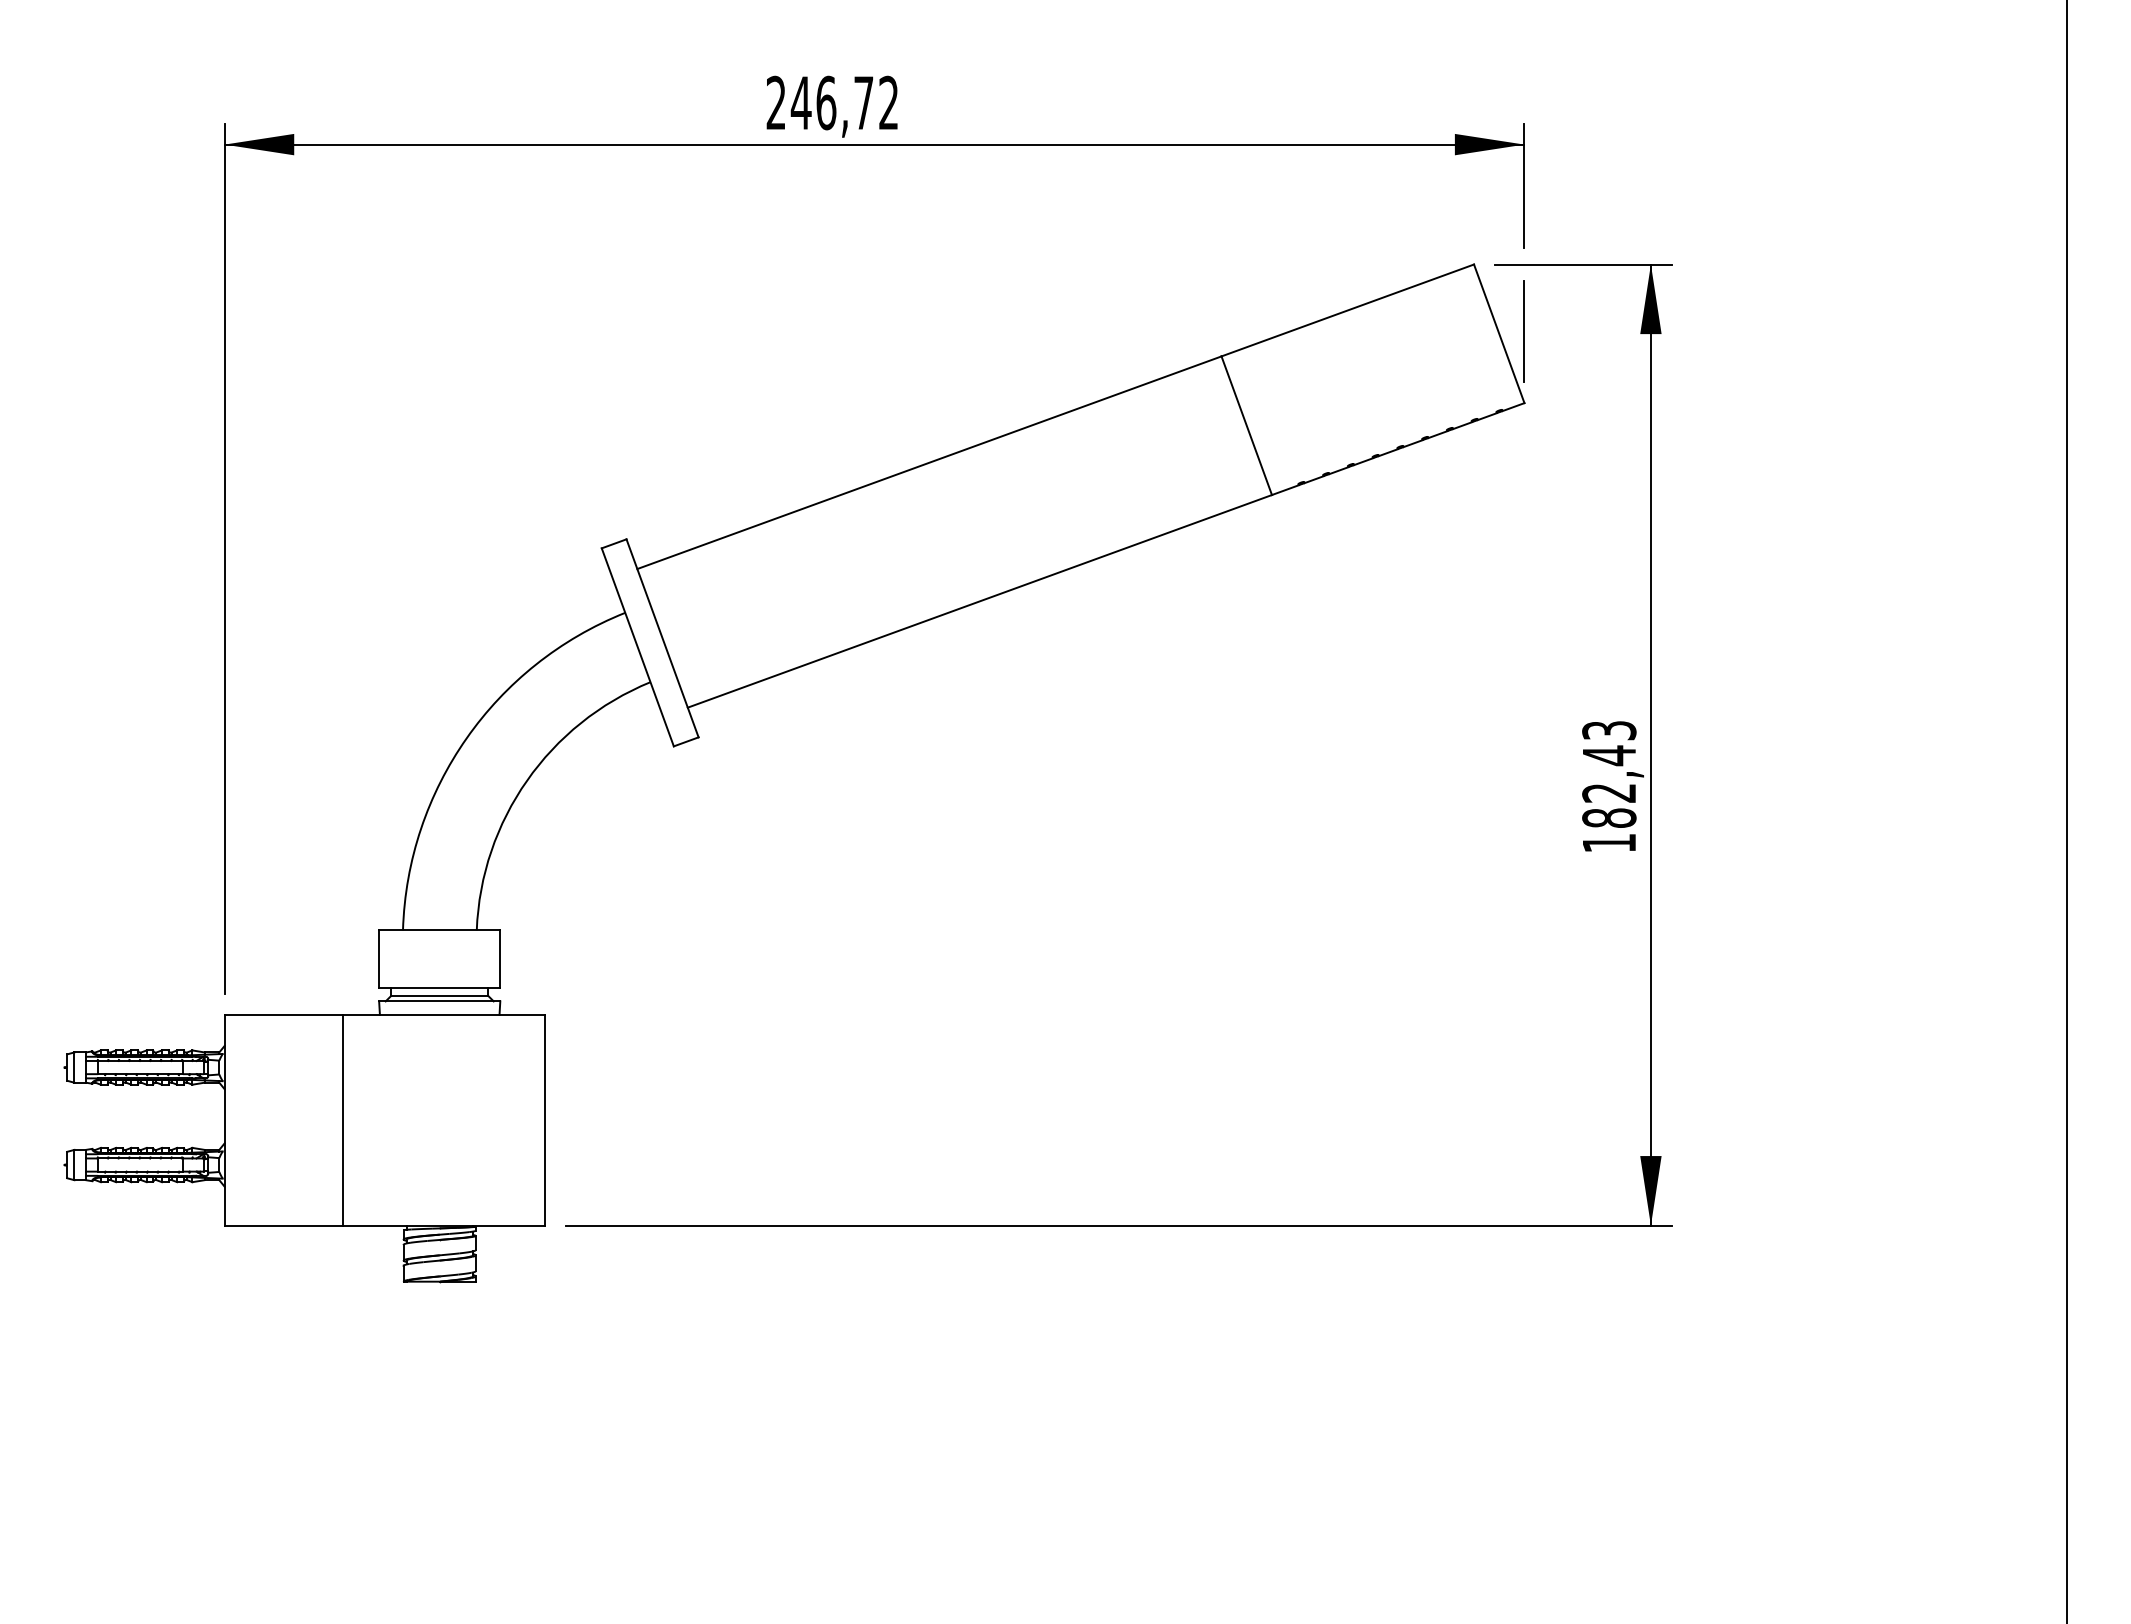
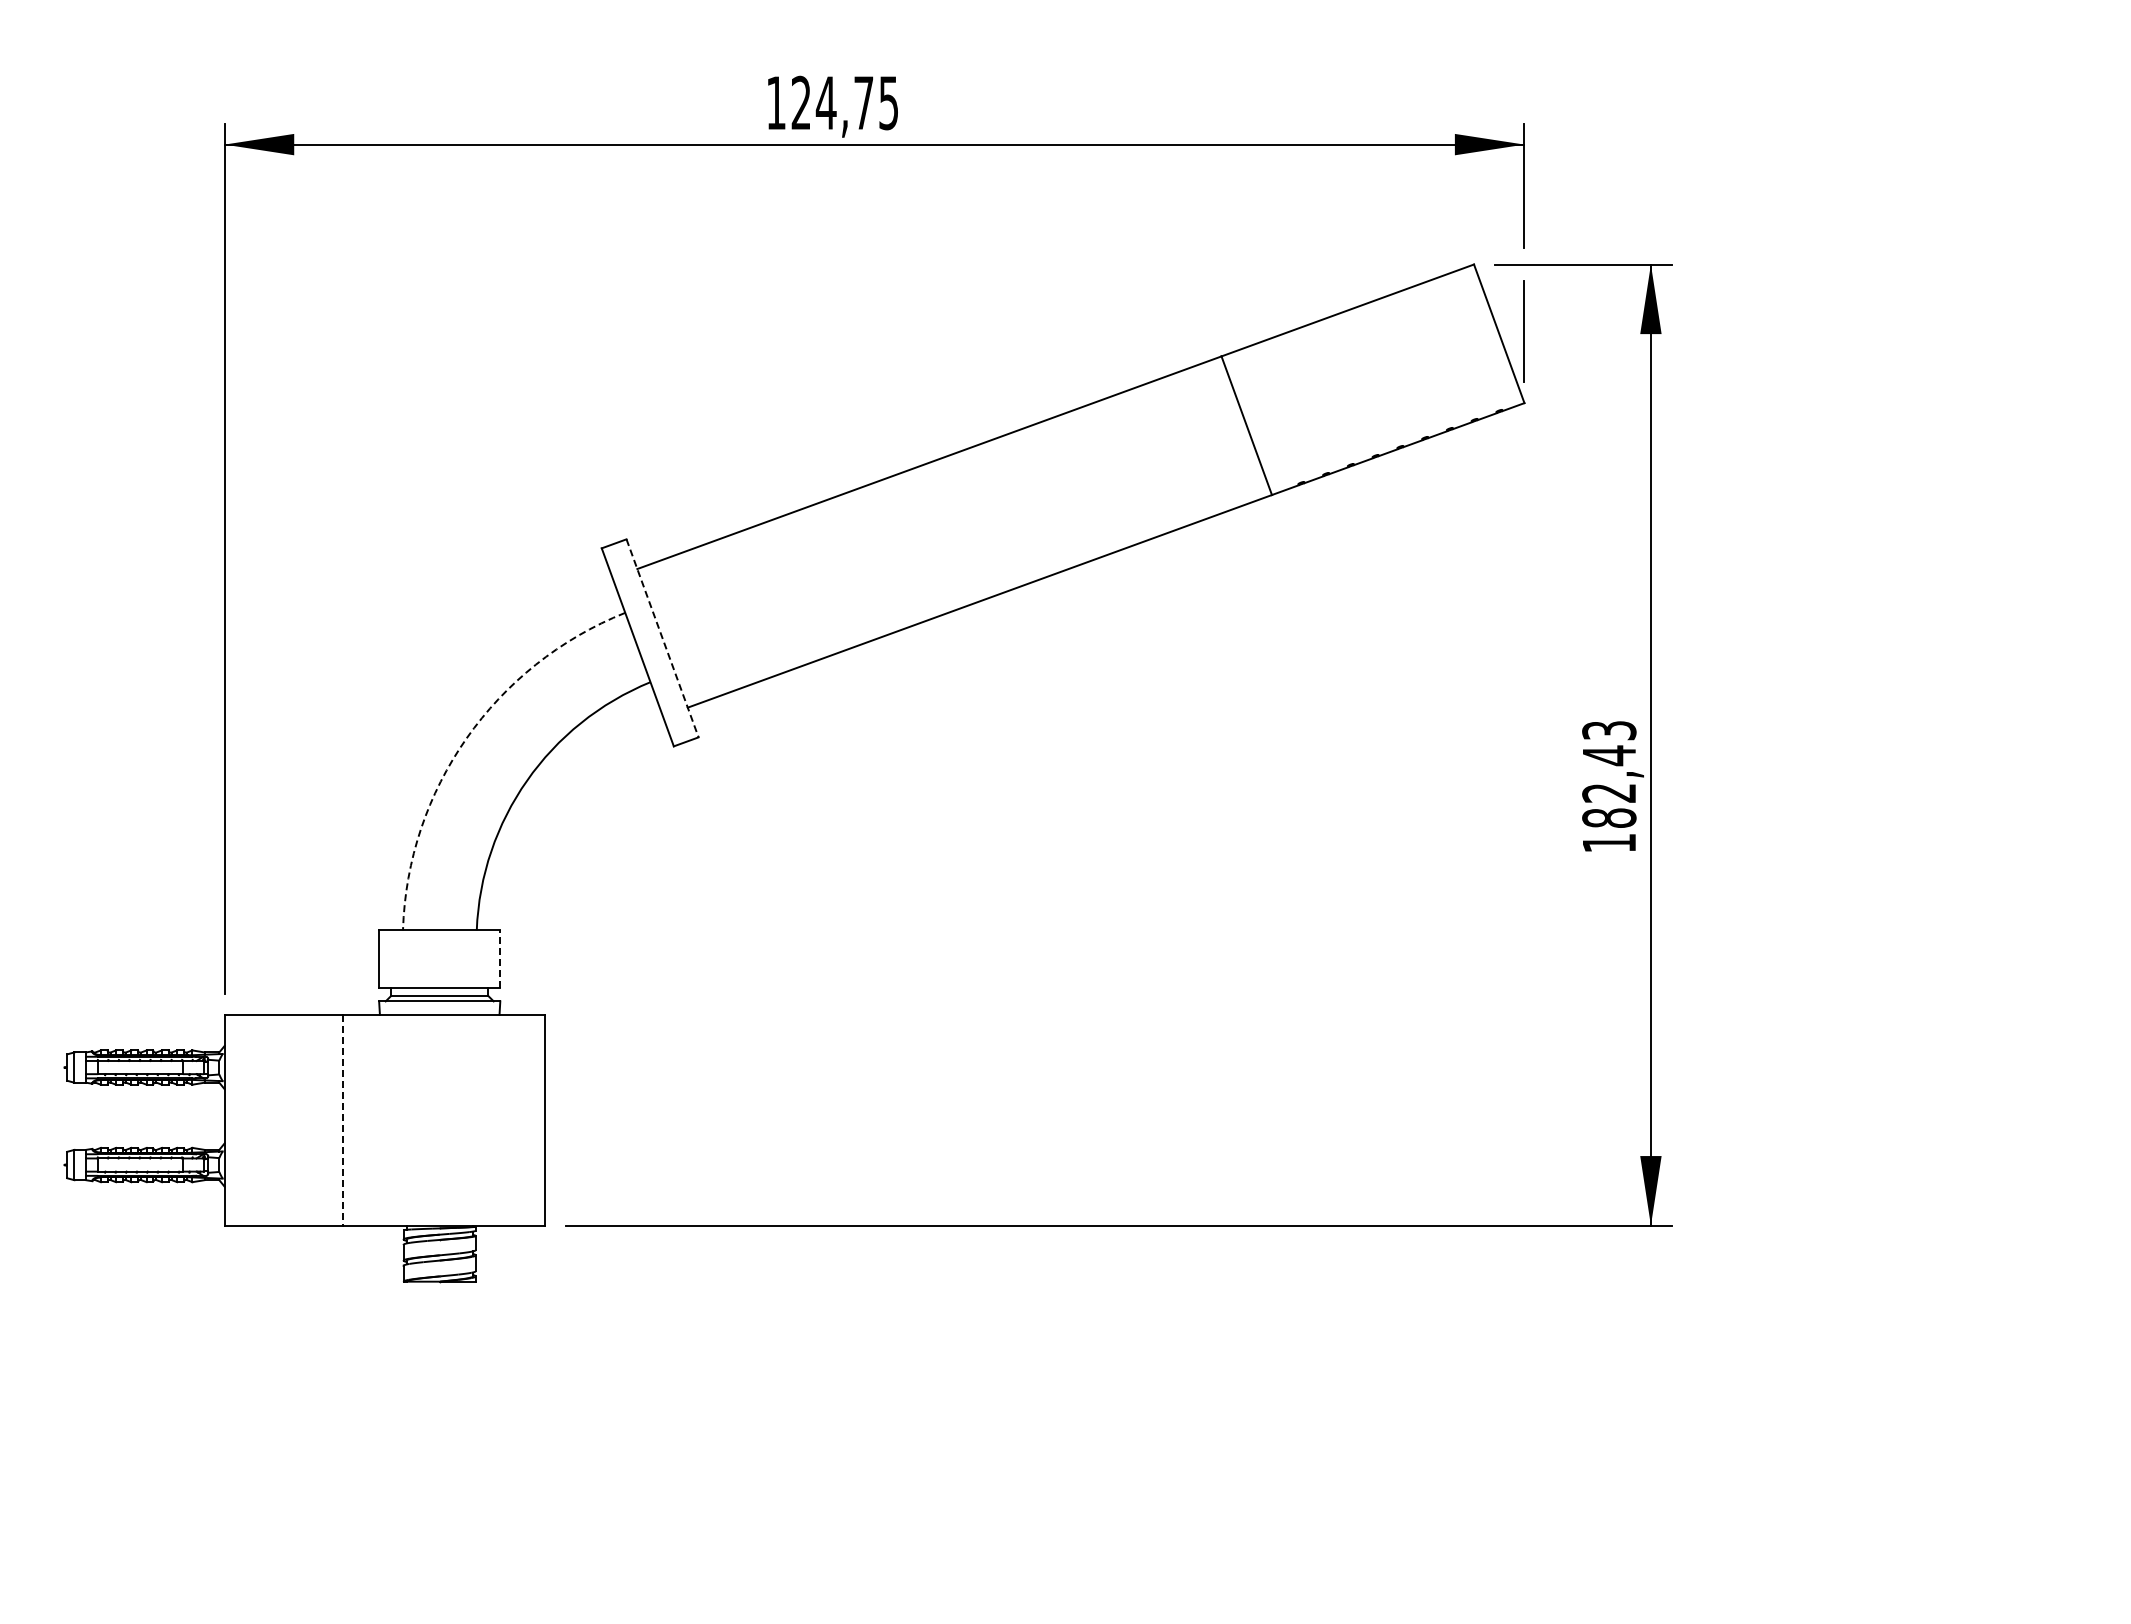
text at (831, 102): 246,72 -> 124,75
line at (662, 638): solid -> dashed
arc at (466, 738): solid -> dashed
line at (2067, 811): present -> none
line at (500, 959): solid -> dashed
line at (343, 1120): solid -> dashed
